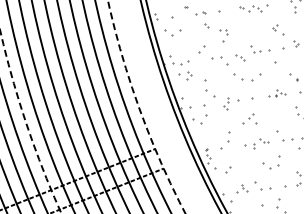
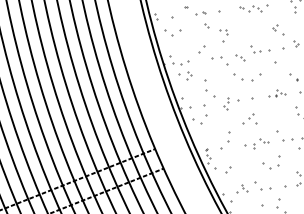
arc at (139, 109): dashed -> solid
arc at (26, 122): dashed -> solid
